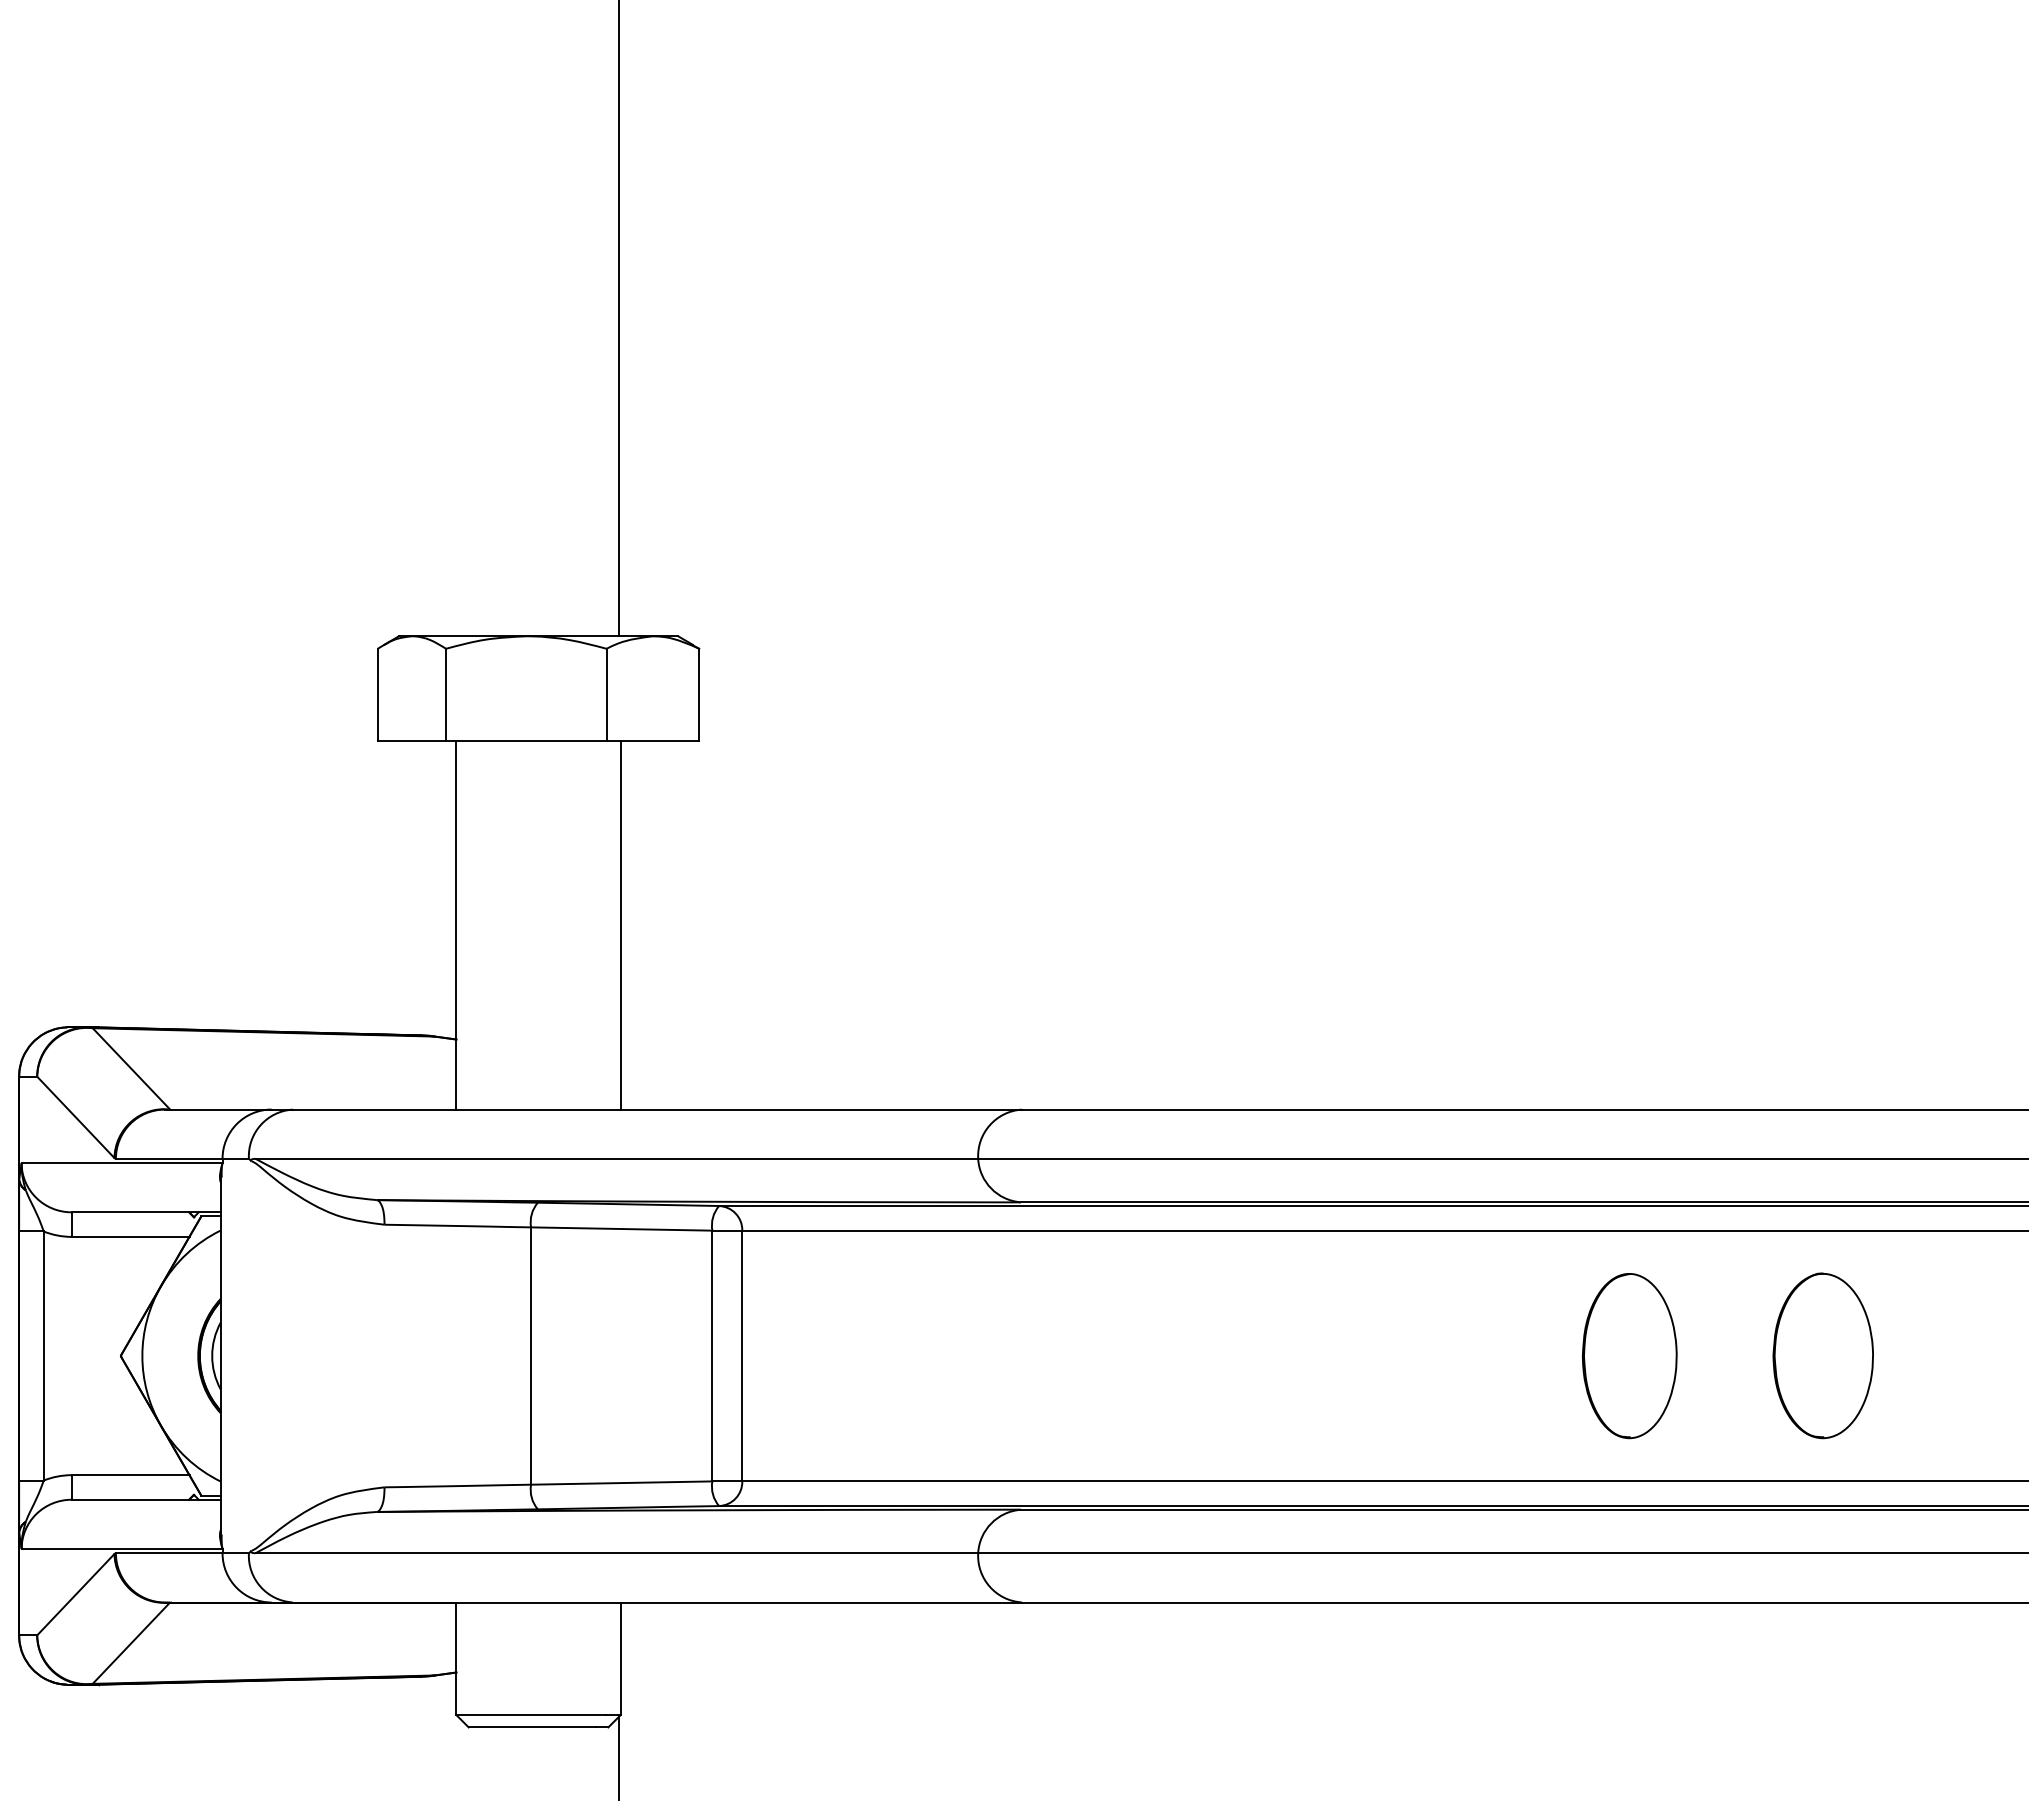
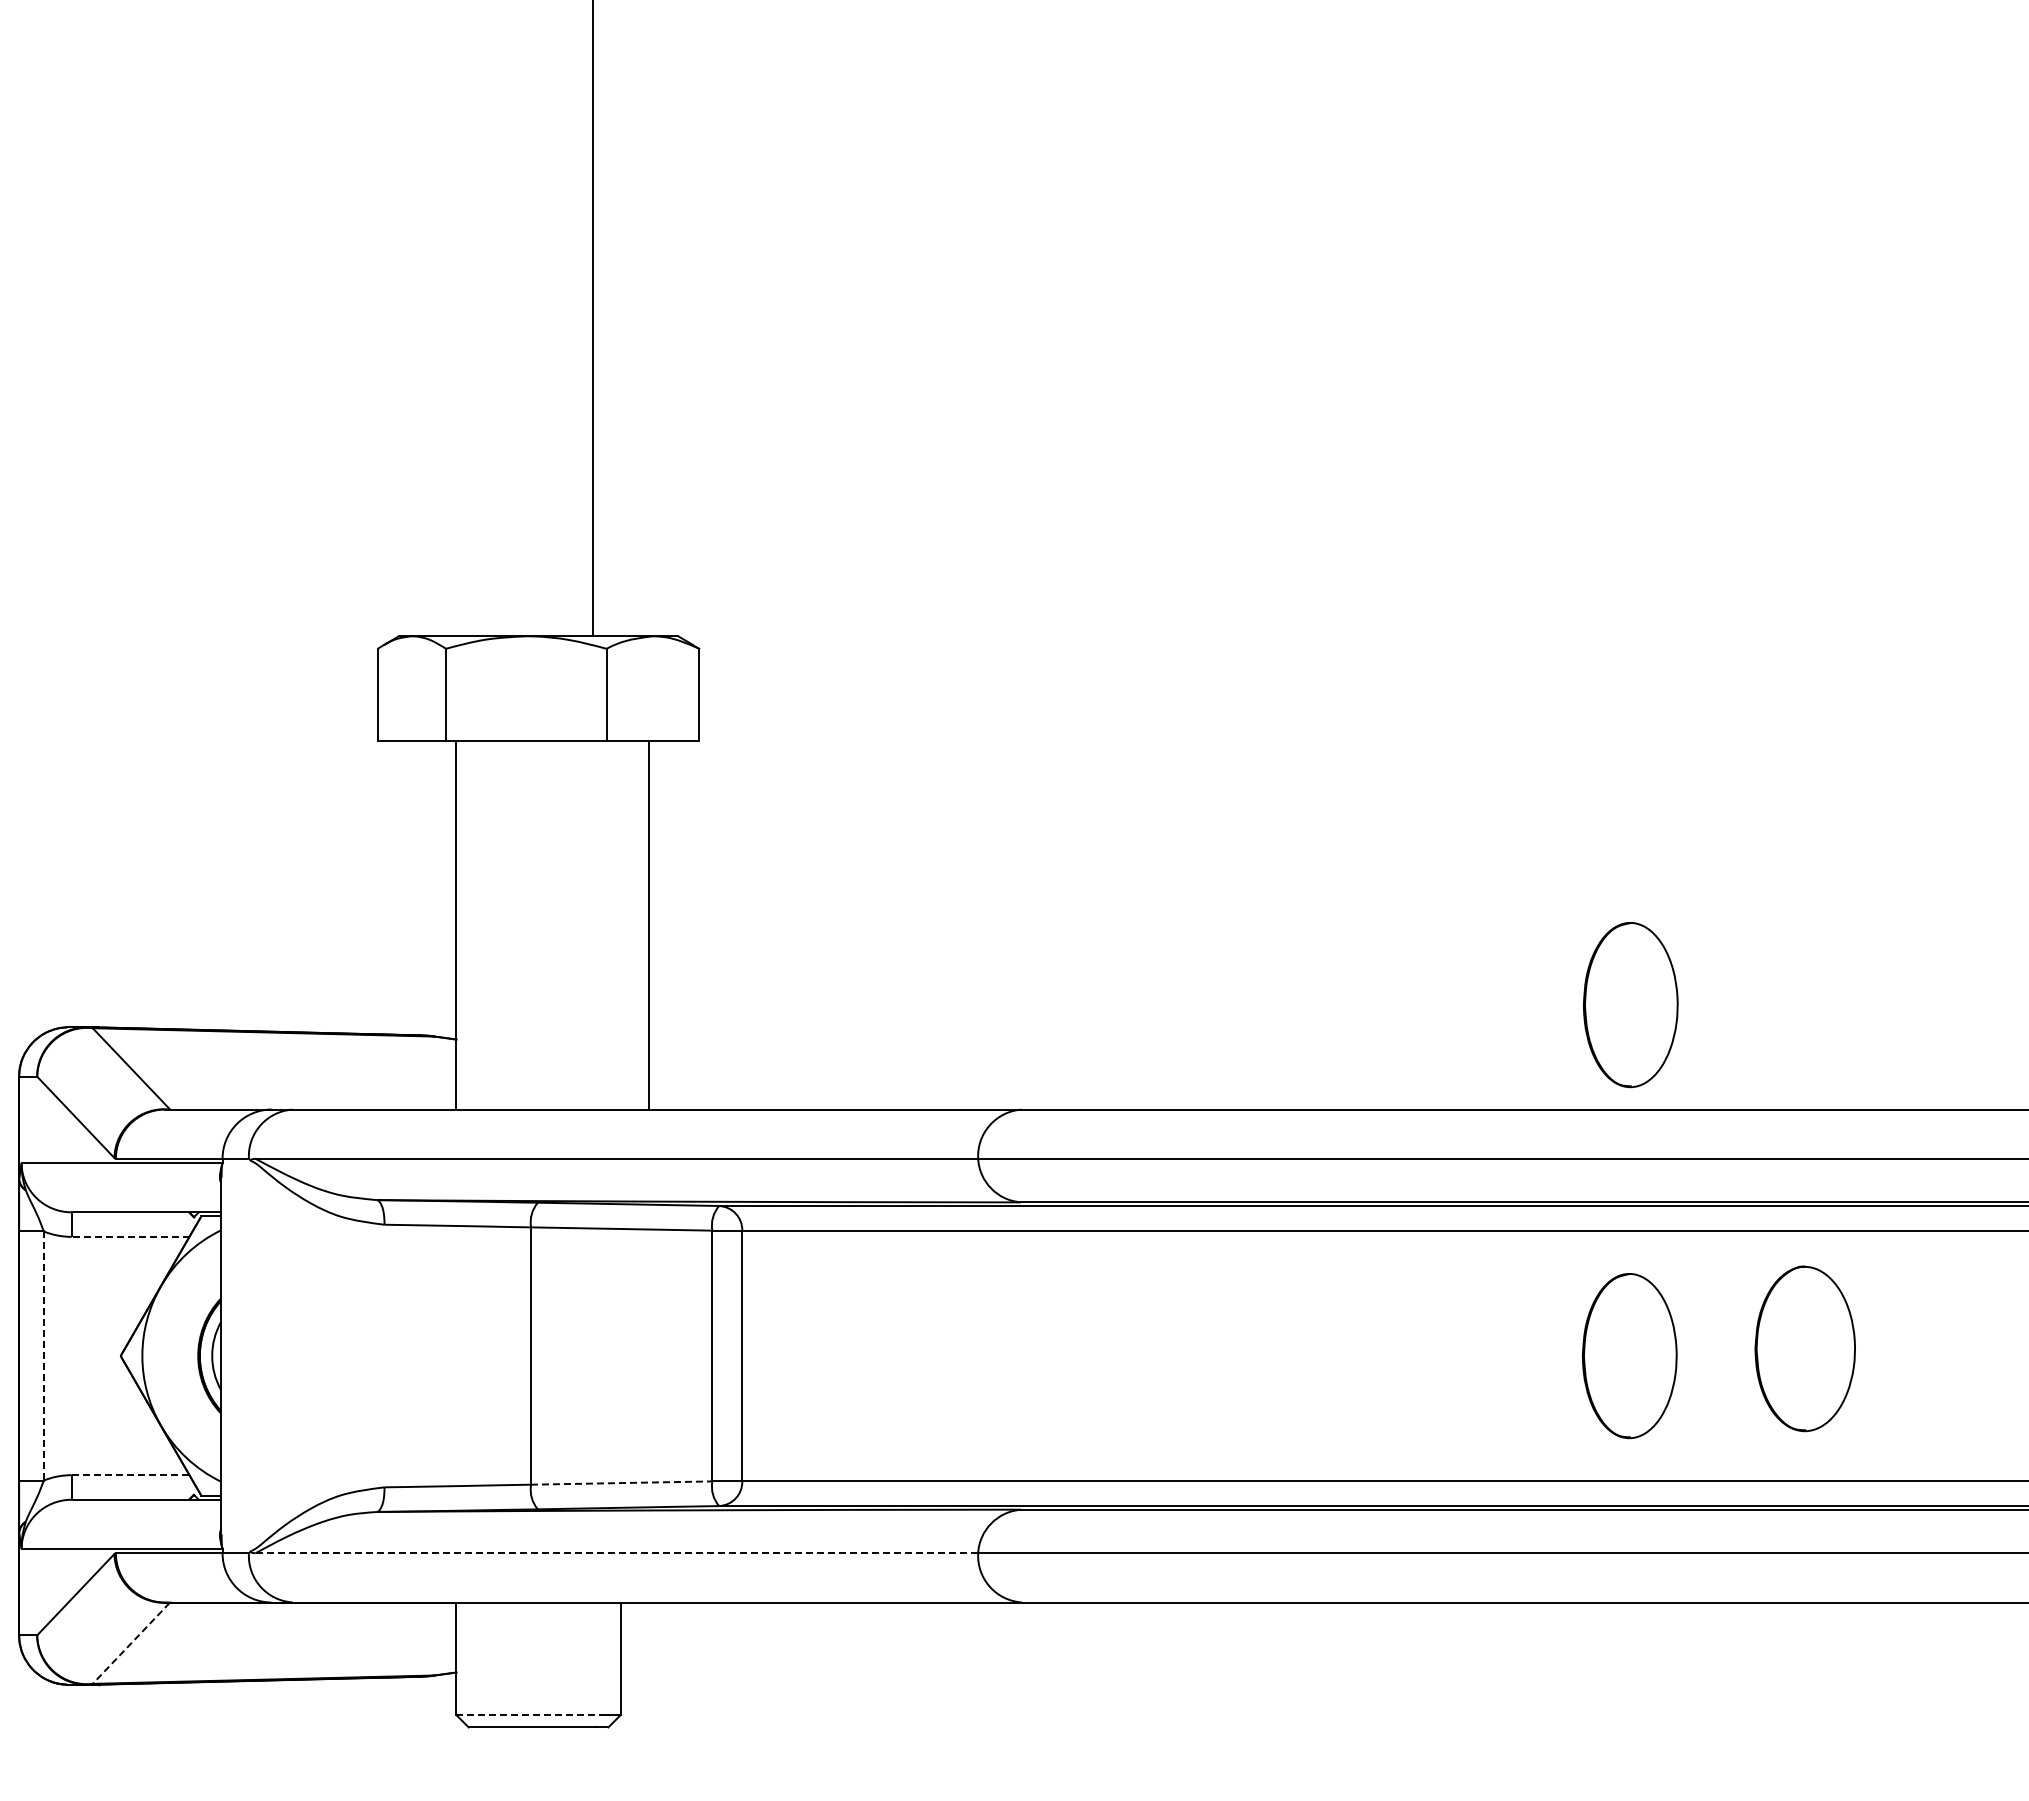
line at (618, 319) position: (618, 319) -> (592, 319)
line at (620, 925) position: (620, 925) -> (648, 925)
part at (1630, 1005): none -> present
line at (130, 1236): solid -> dashed
part at (1822, 1355) position: (1822, 1355) -> (1804, 1348)
line at (43, 1356): solid -> dashed
line at (130, 1475): solid -> dashed
line at (621, 1483): solid -> dashed
line at (617, 1553): solid -> dashed
line at (131, 1643): solid -> dashed
line at (531, 1715): solid -> dashed
line at (618, 1757): present -> none
